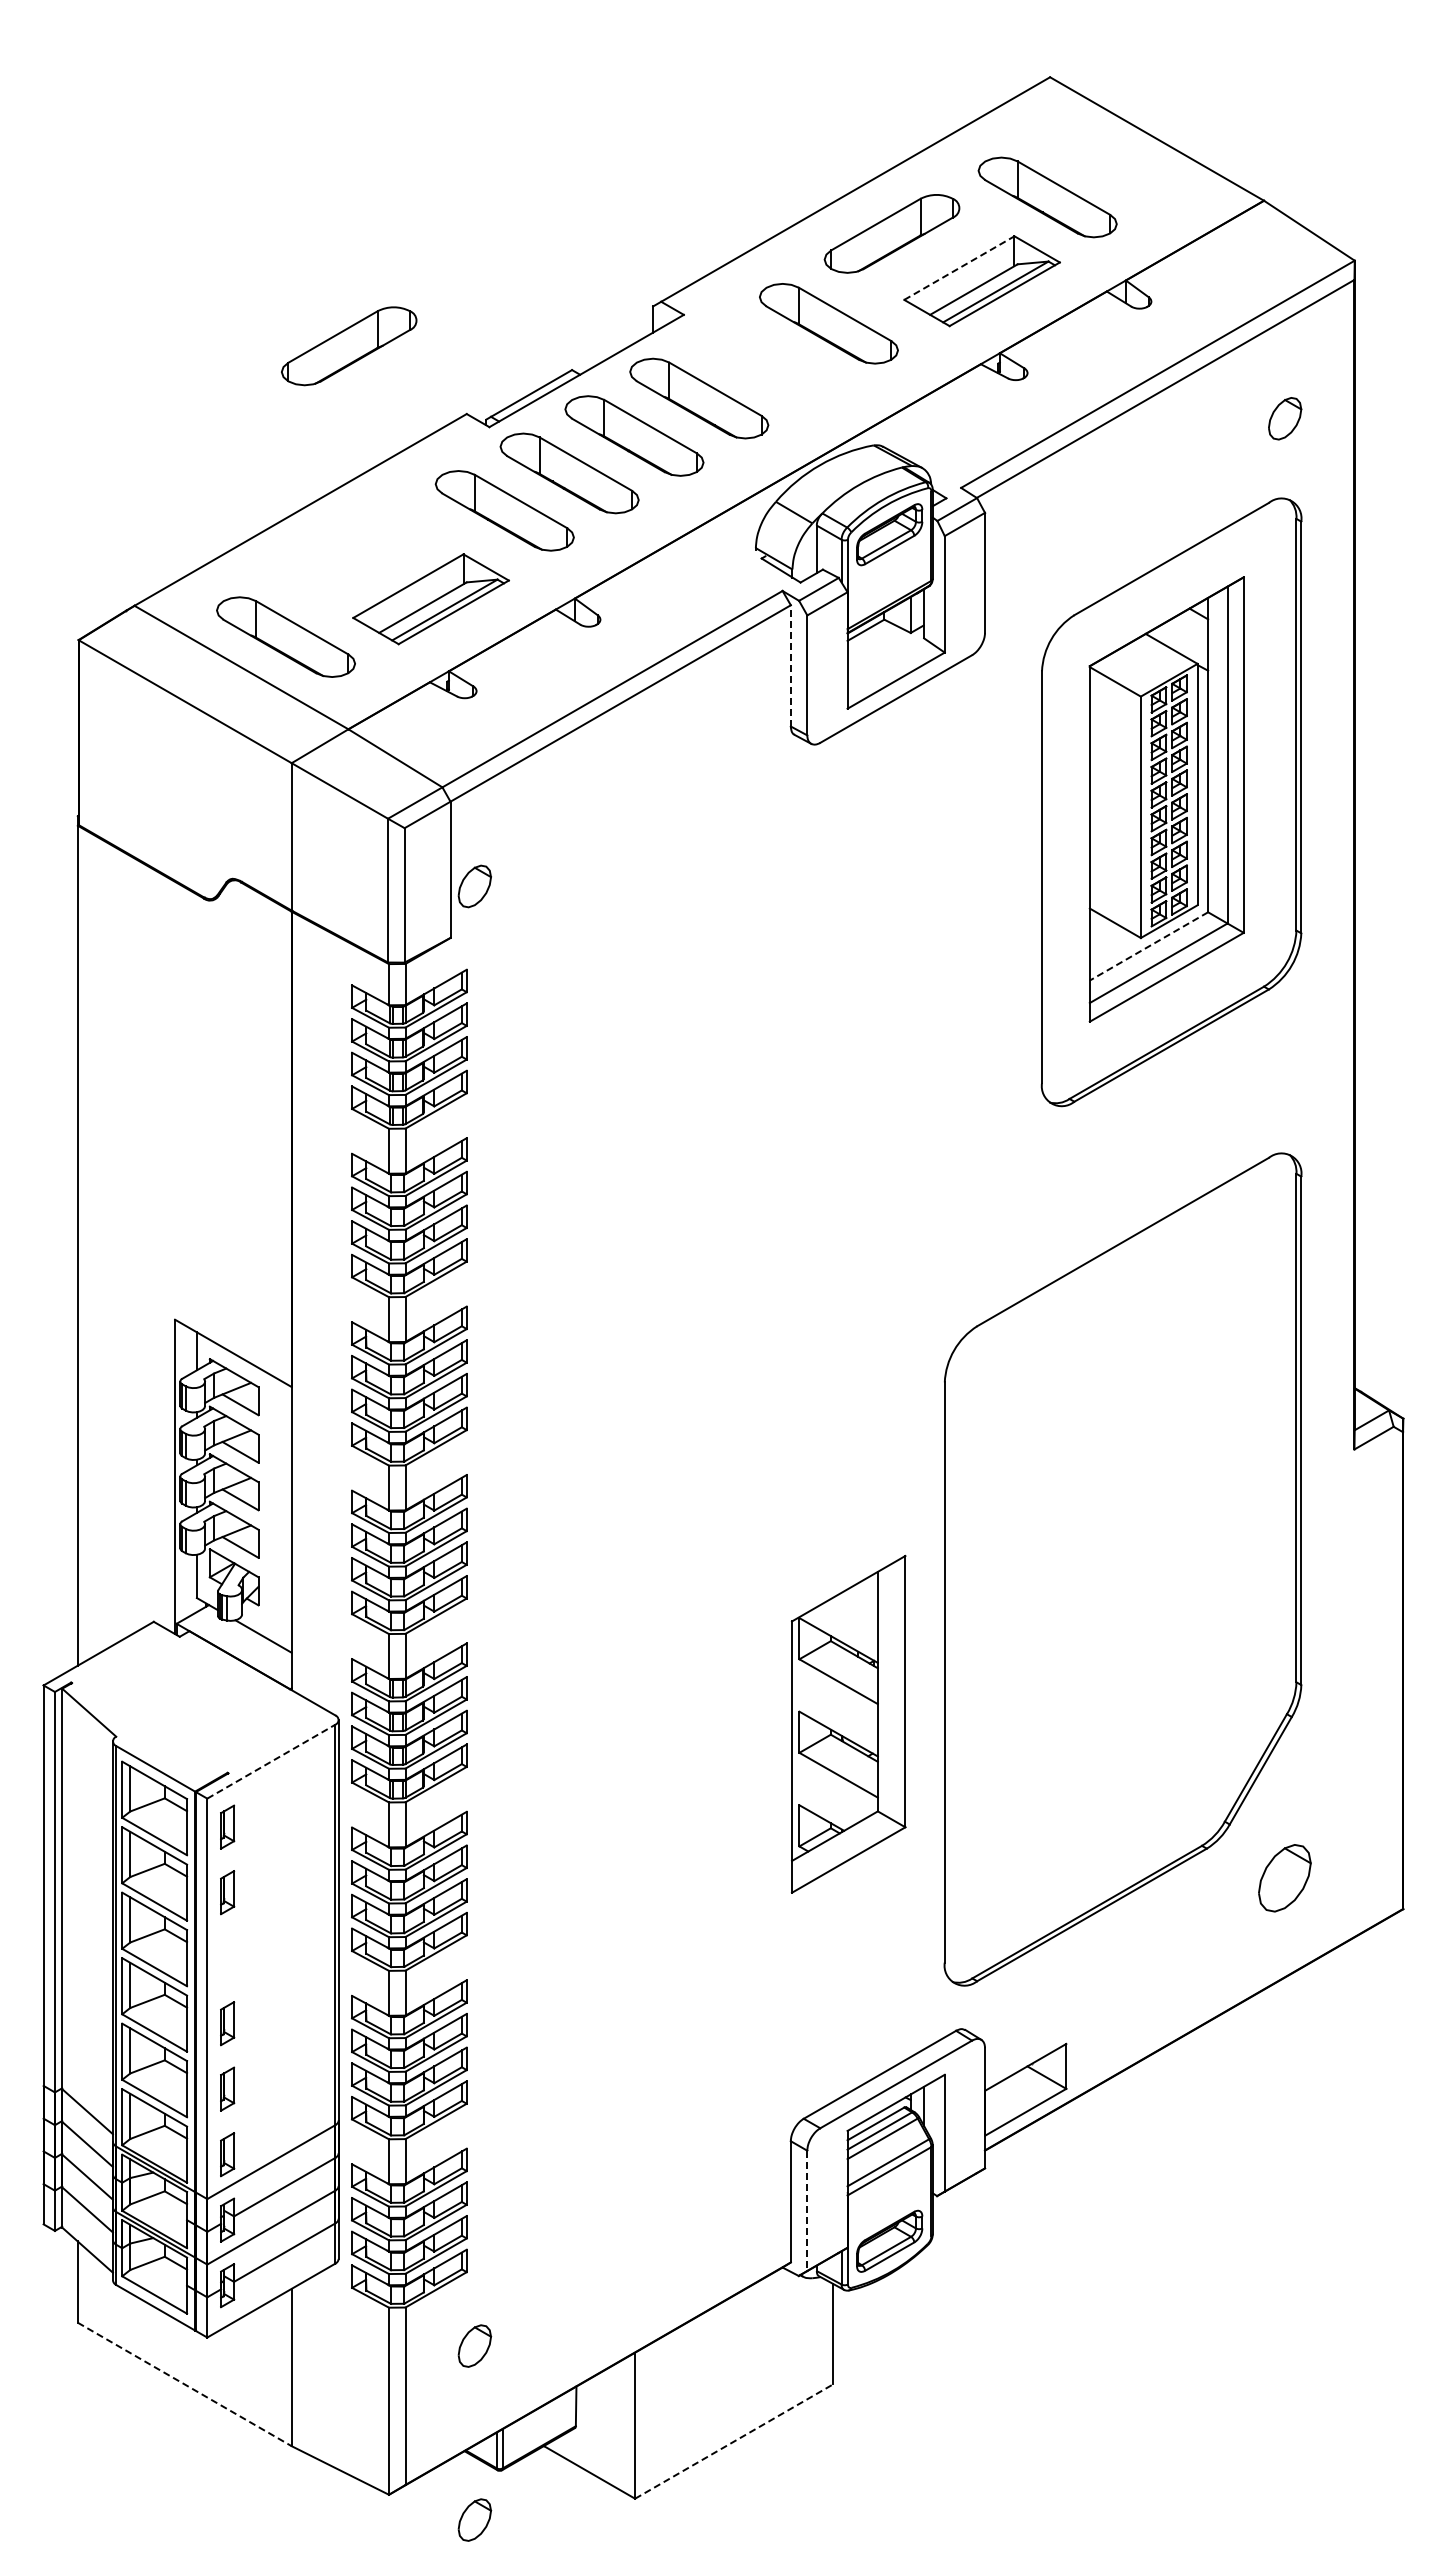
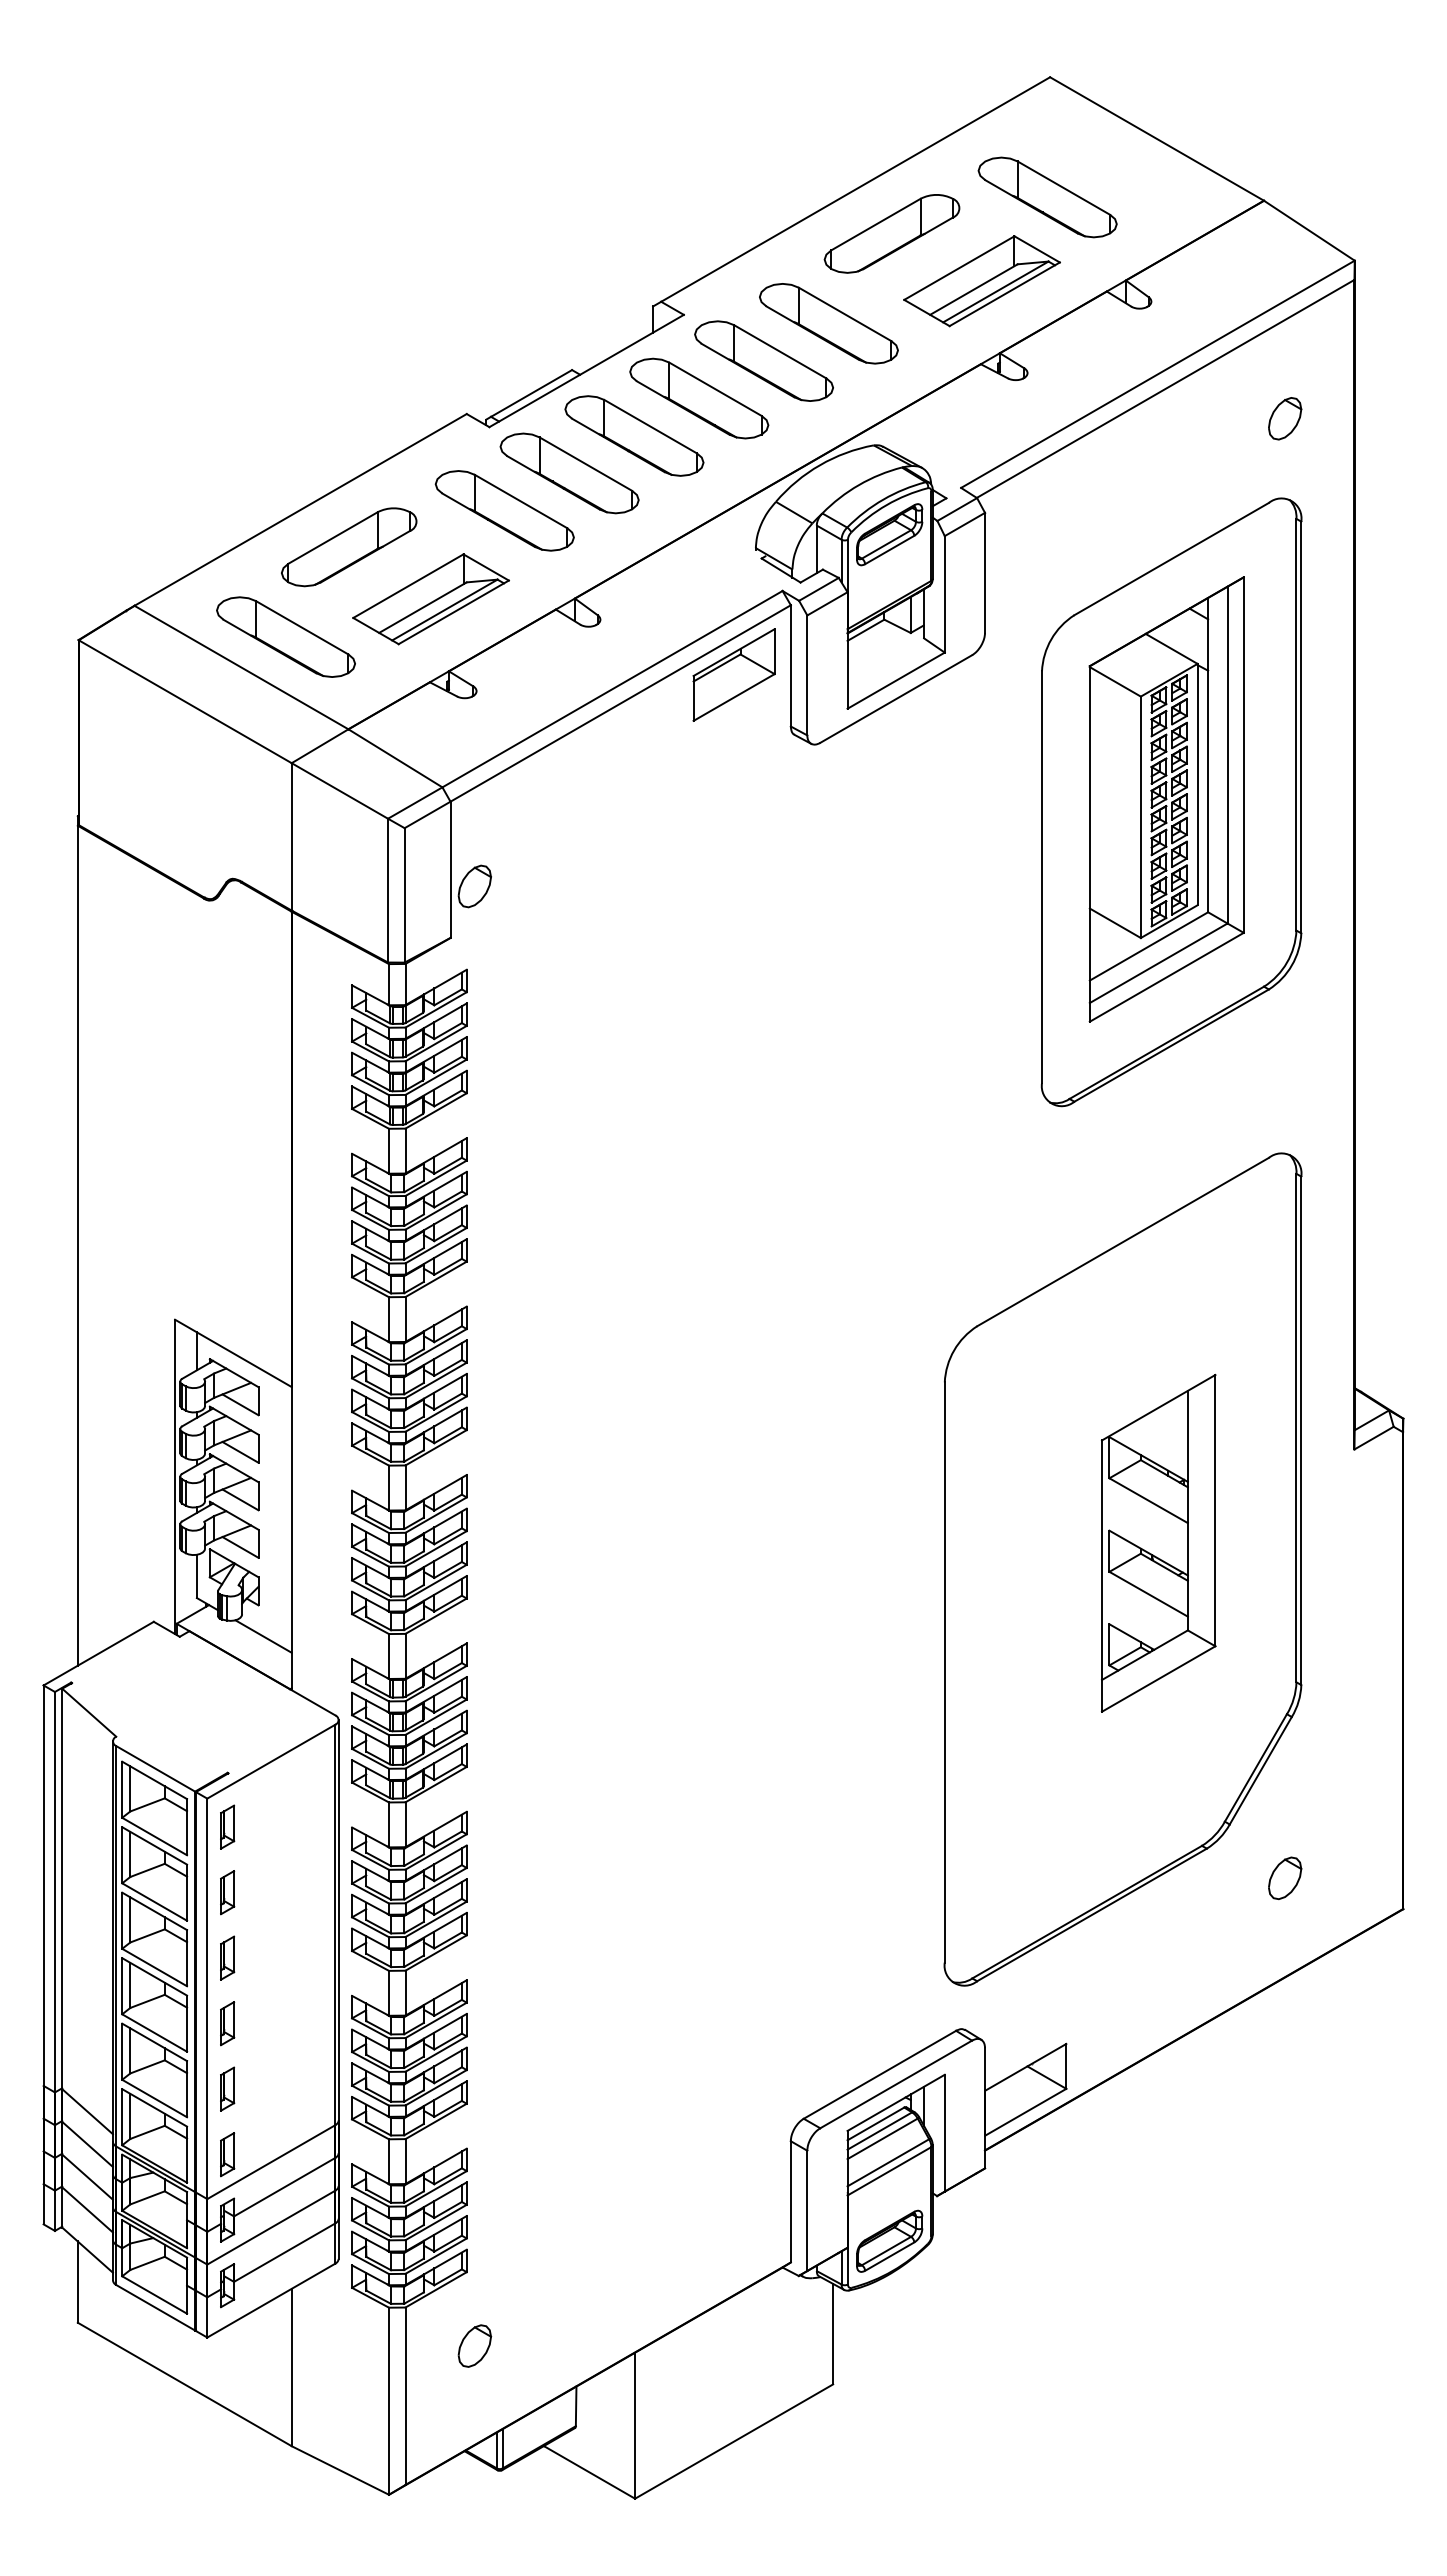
line at (959, 268): dashed -> solid
part at (349, 346) position: (349, 346) -> (349, 547)
part at (763, 360): none -> present
line at (790, 665): dashed -> solid
part at (733, 674): none -> present
line at (1148, 946): dashed -> solid
part at (848, 1723) position: (848, 1723) -> (1158, 1542)
line at (271, 1761): dashed -> solid
part at (1284, 1878) size: 54x69 px -> 35x45 px
part at (227, 1957): none -> present
line at (807, 2211): dashed -> solid
line at (185, 2384): dashed -> solid
line at (734, 2441): dashed -> solid
part at (474, 2519): present -> none
